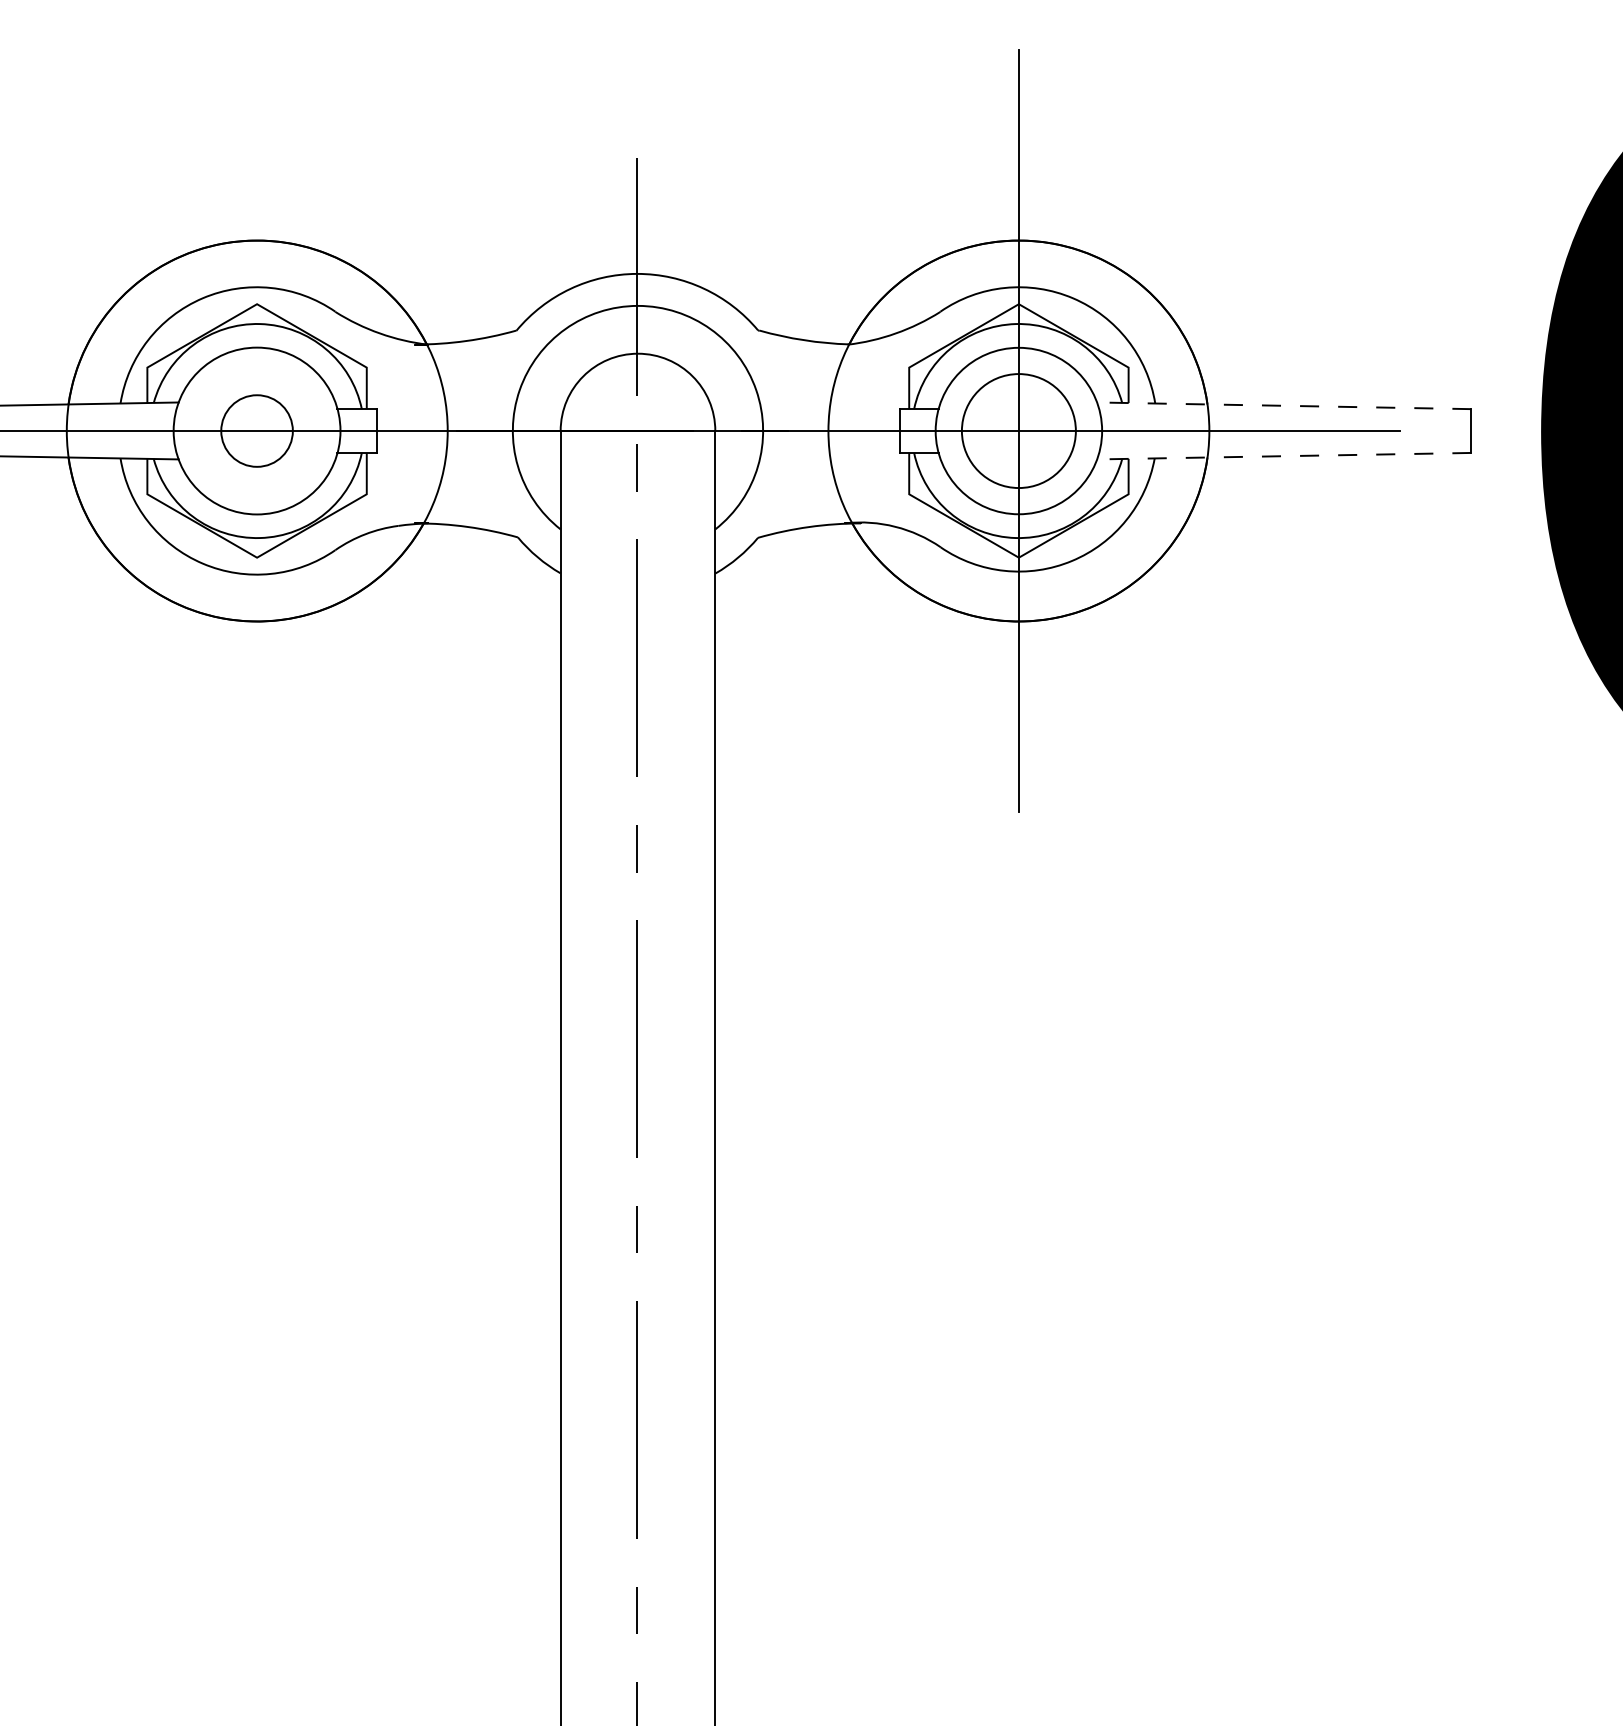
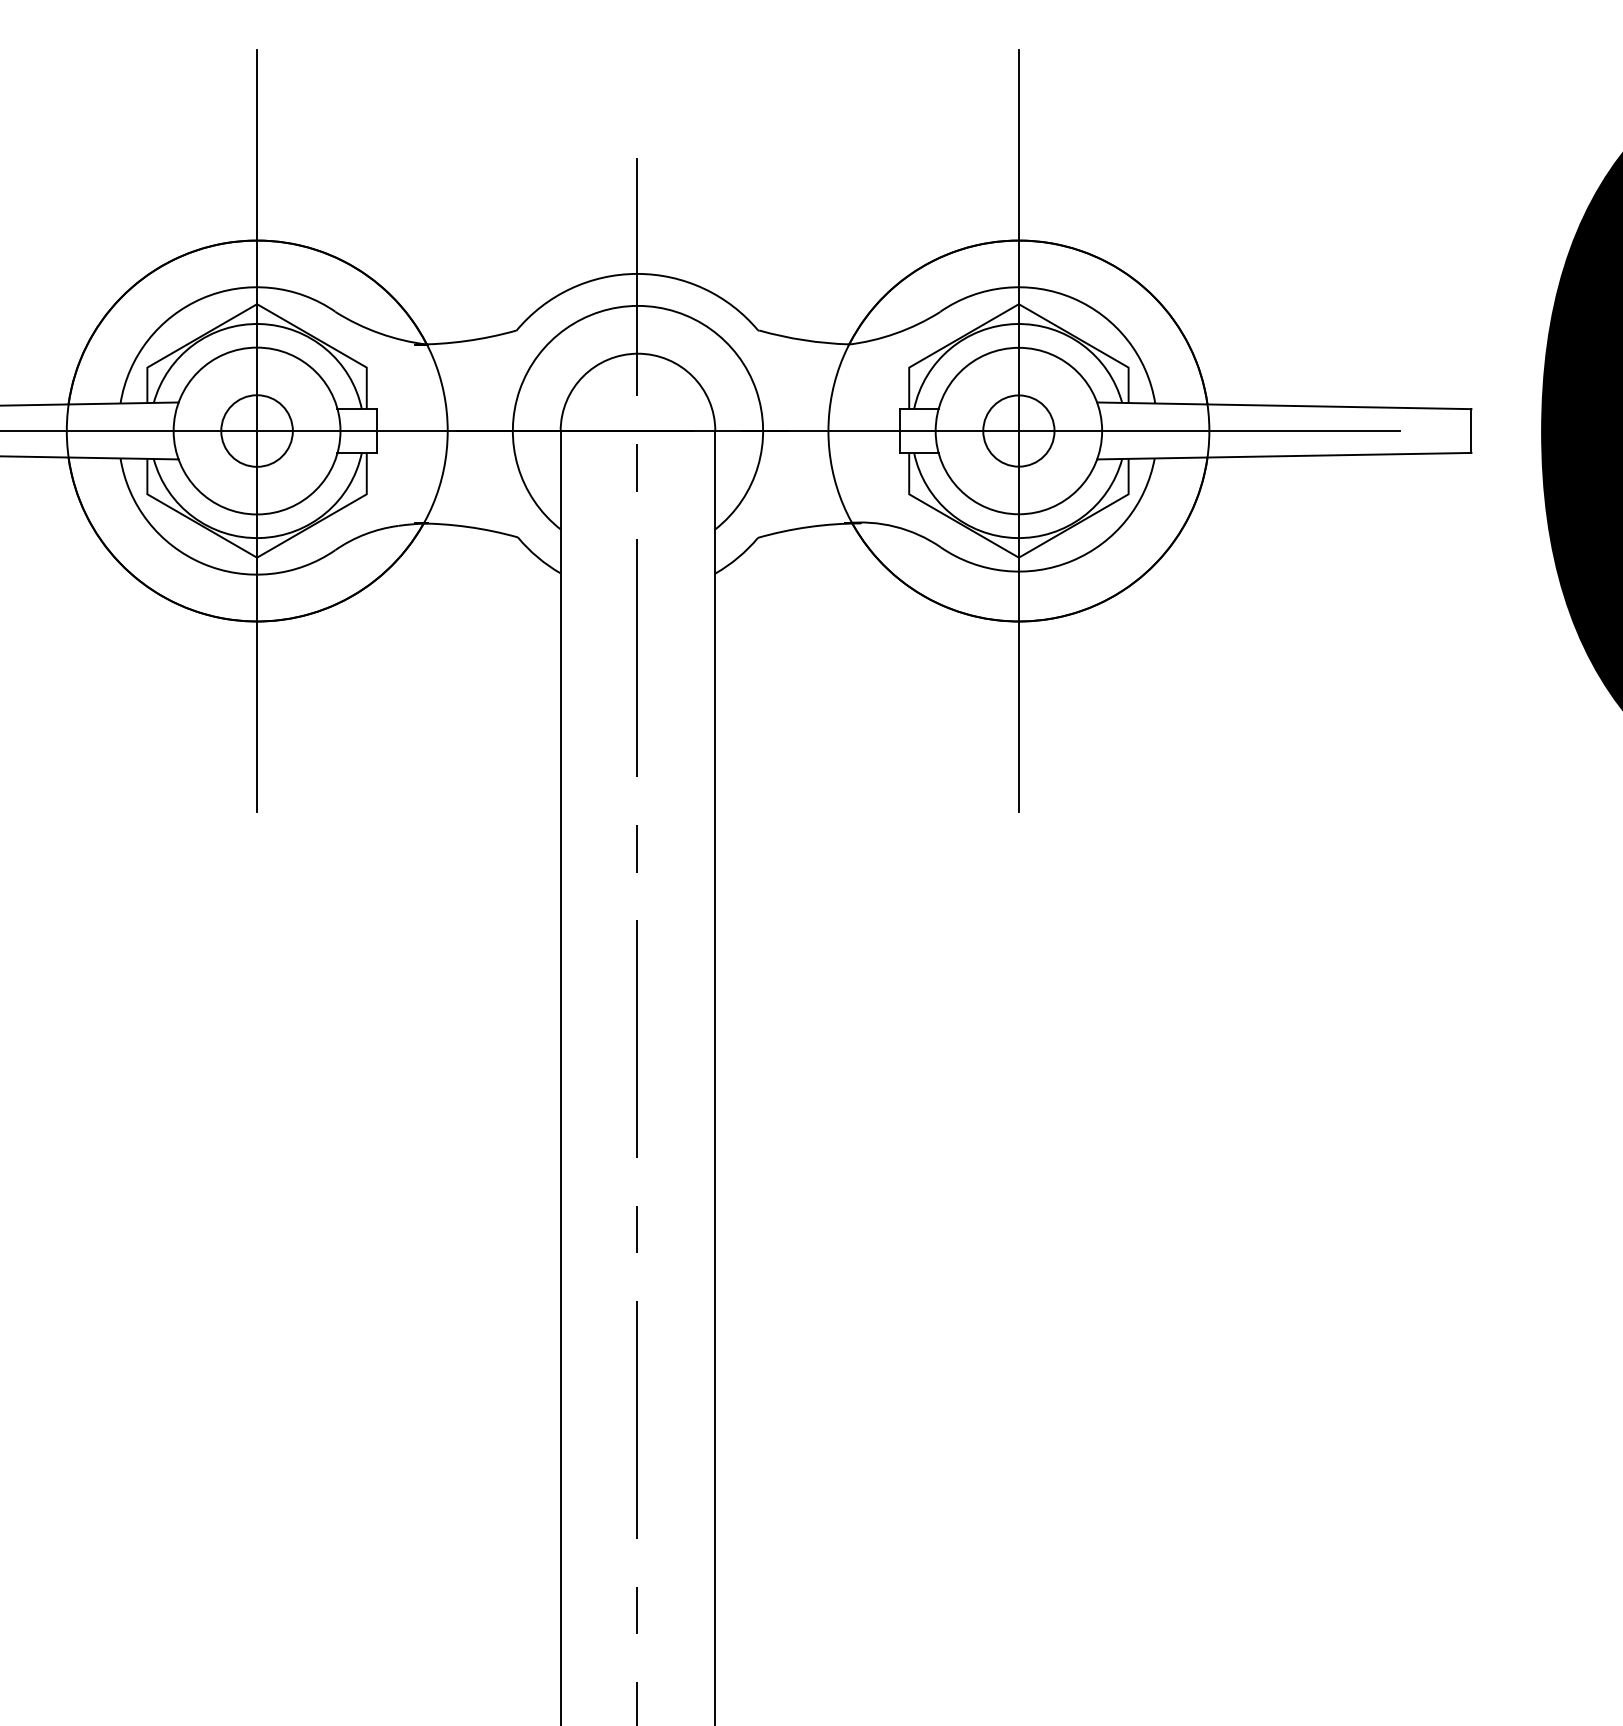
line at (1283, 405): dashed -> solid
line at (257, 430): none -> present
circle at (1018, 431) diameter: 114 px -> 71 px
line at (1283, 456): dashed -> solid
